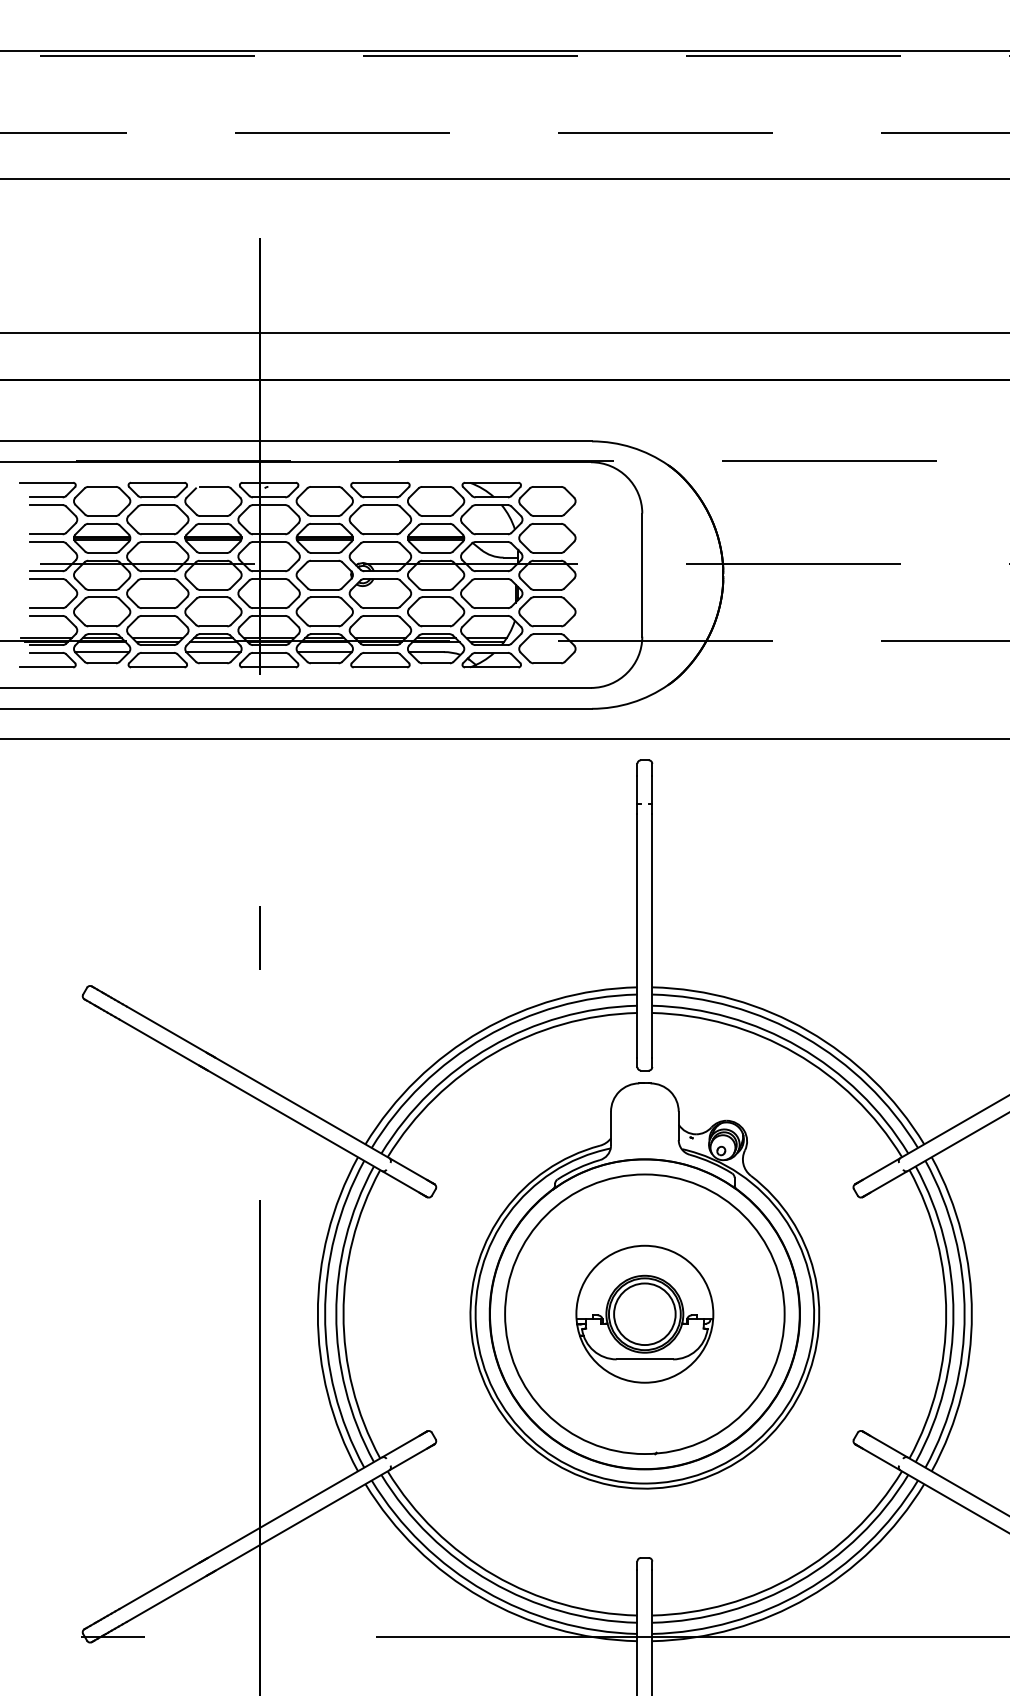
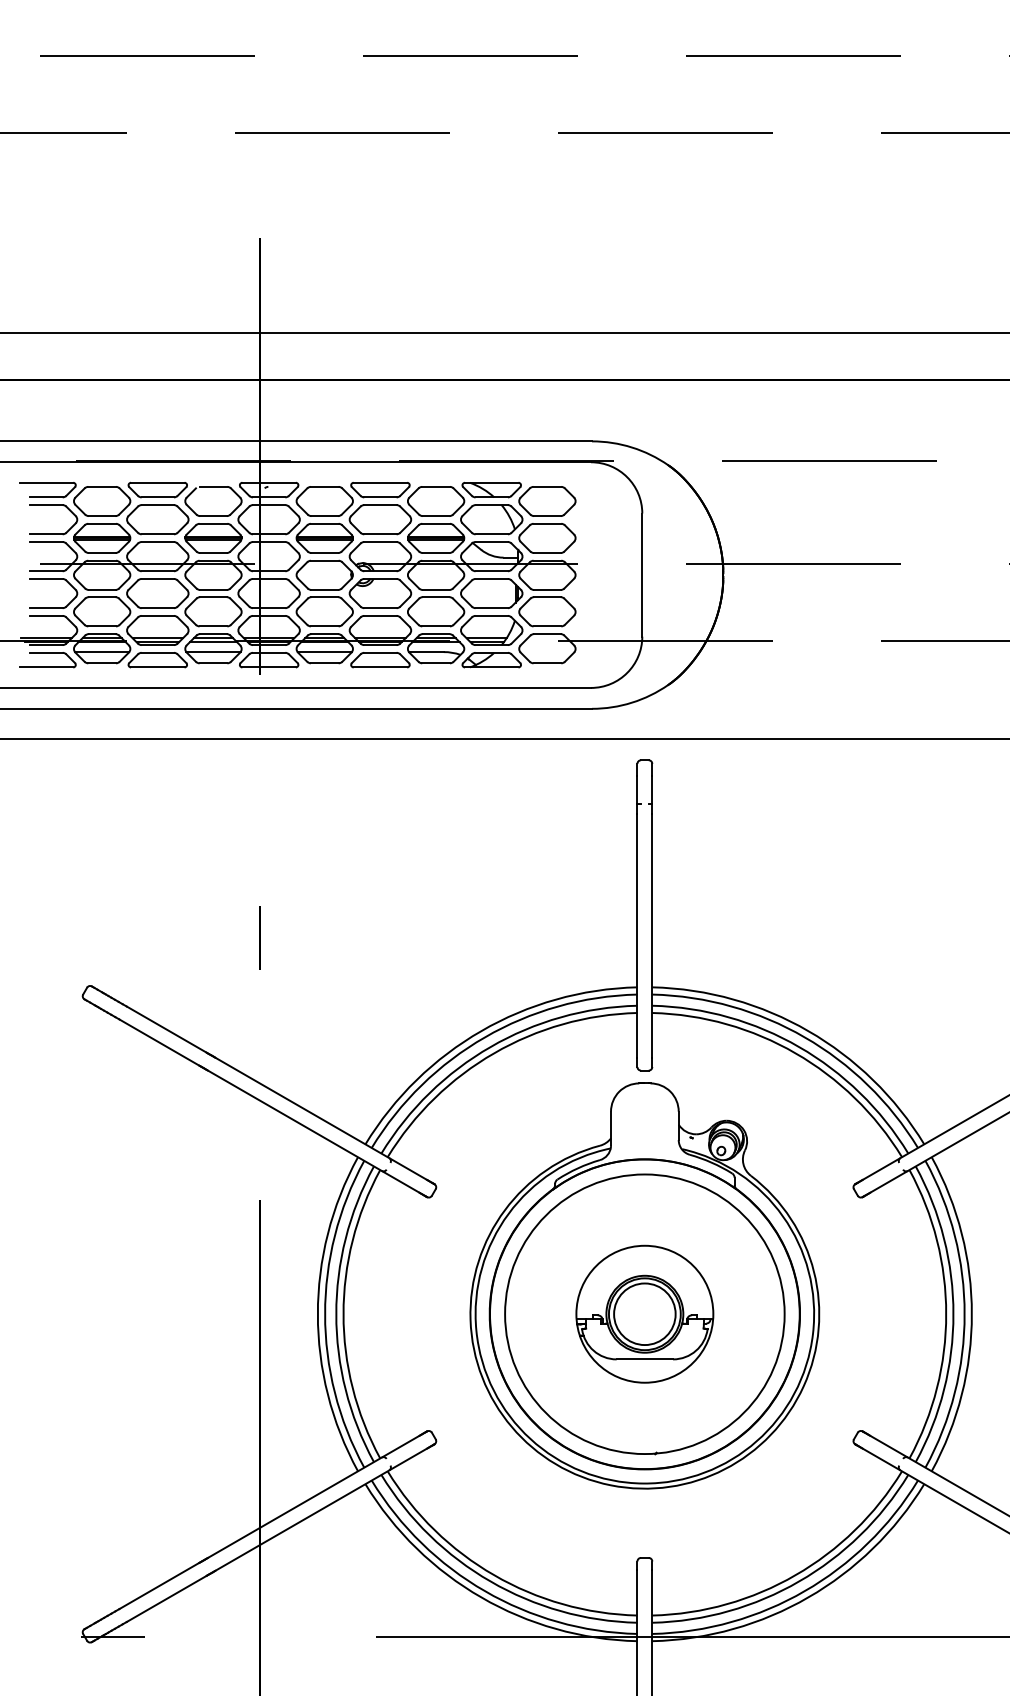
line at (504, 50): present -> none
line at (504, 179): present -> none
